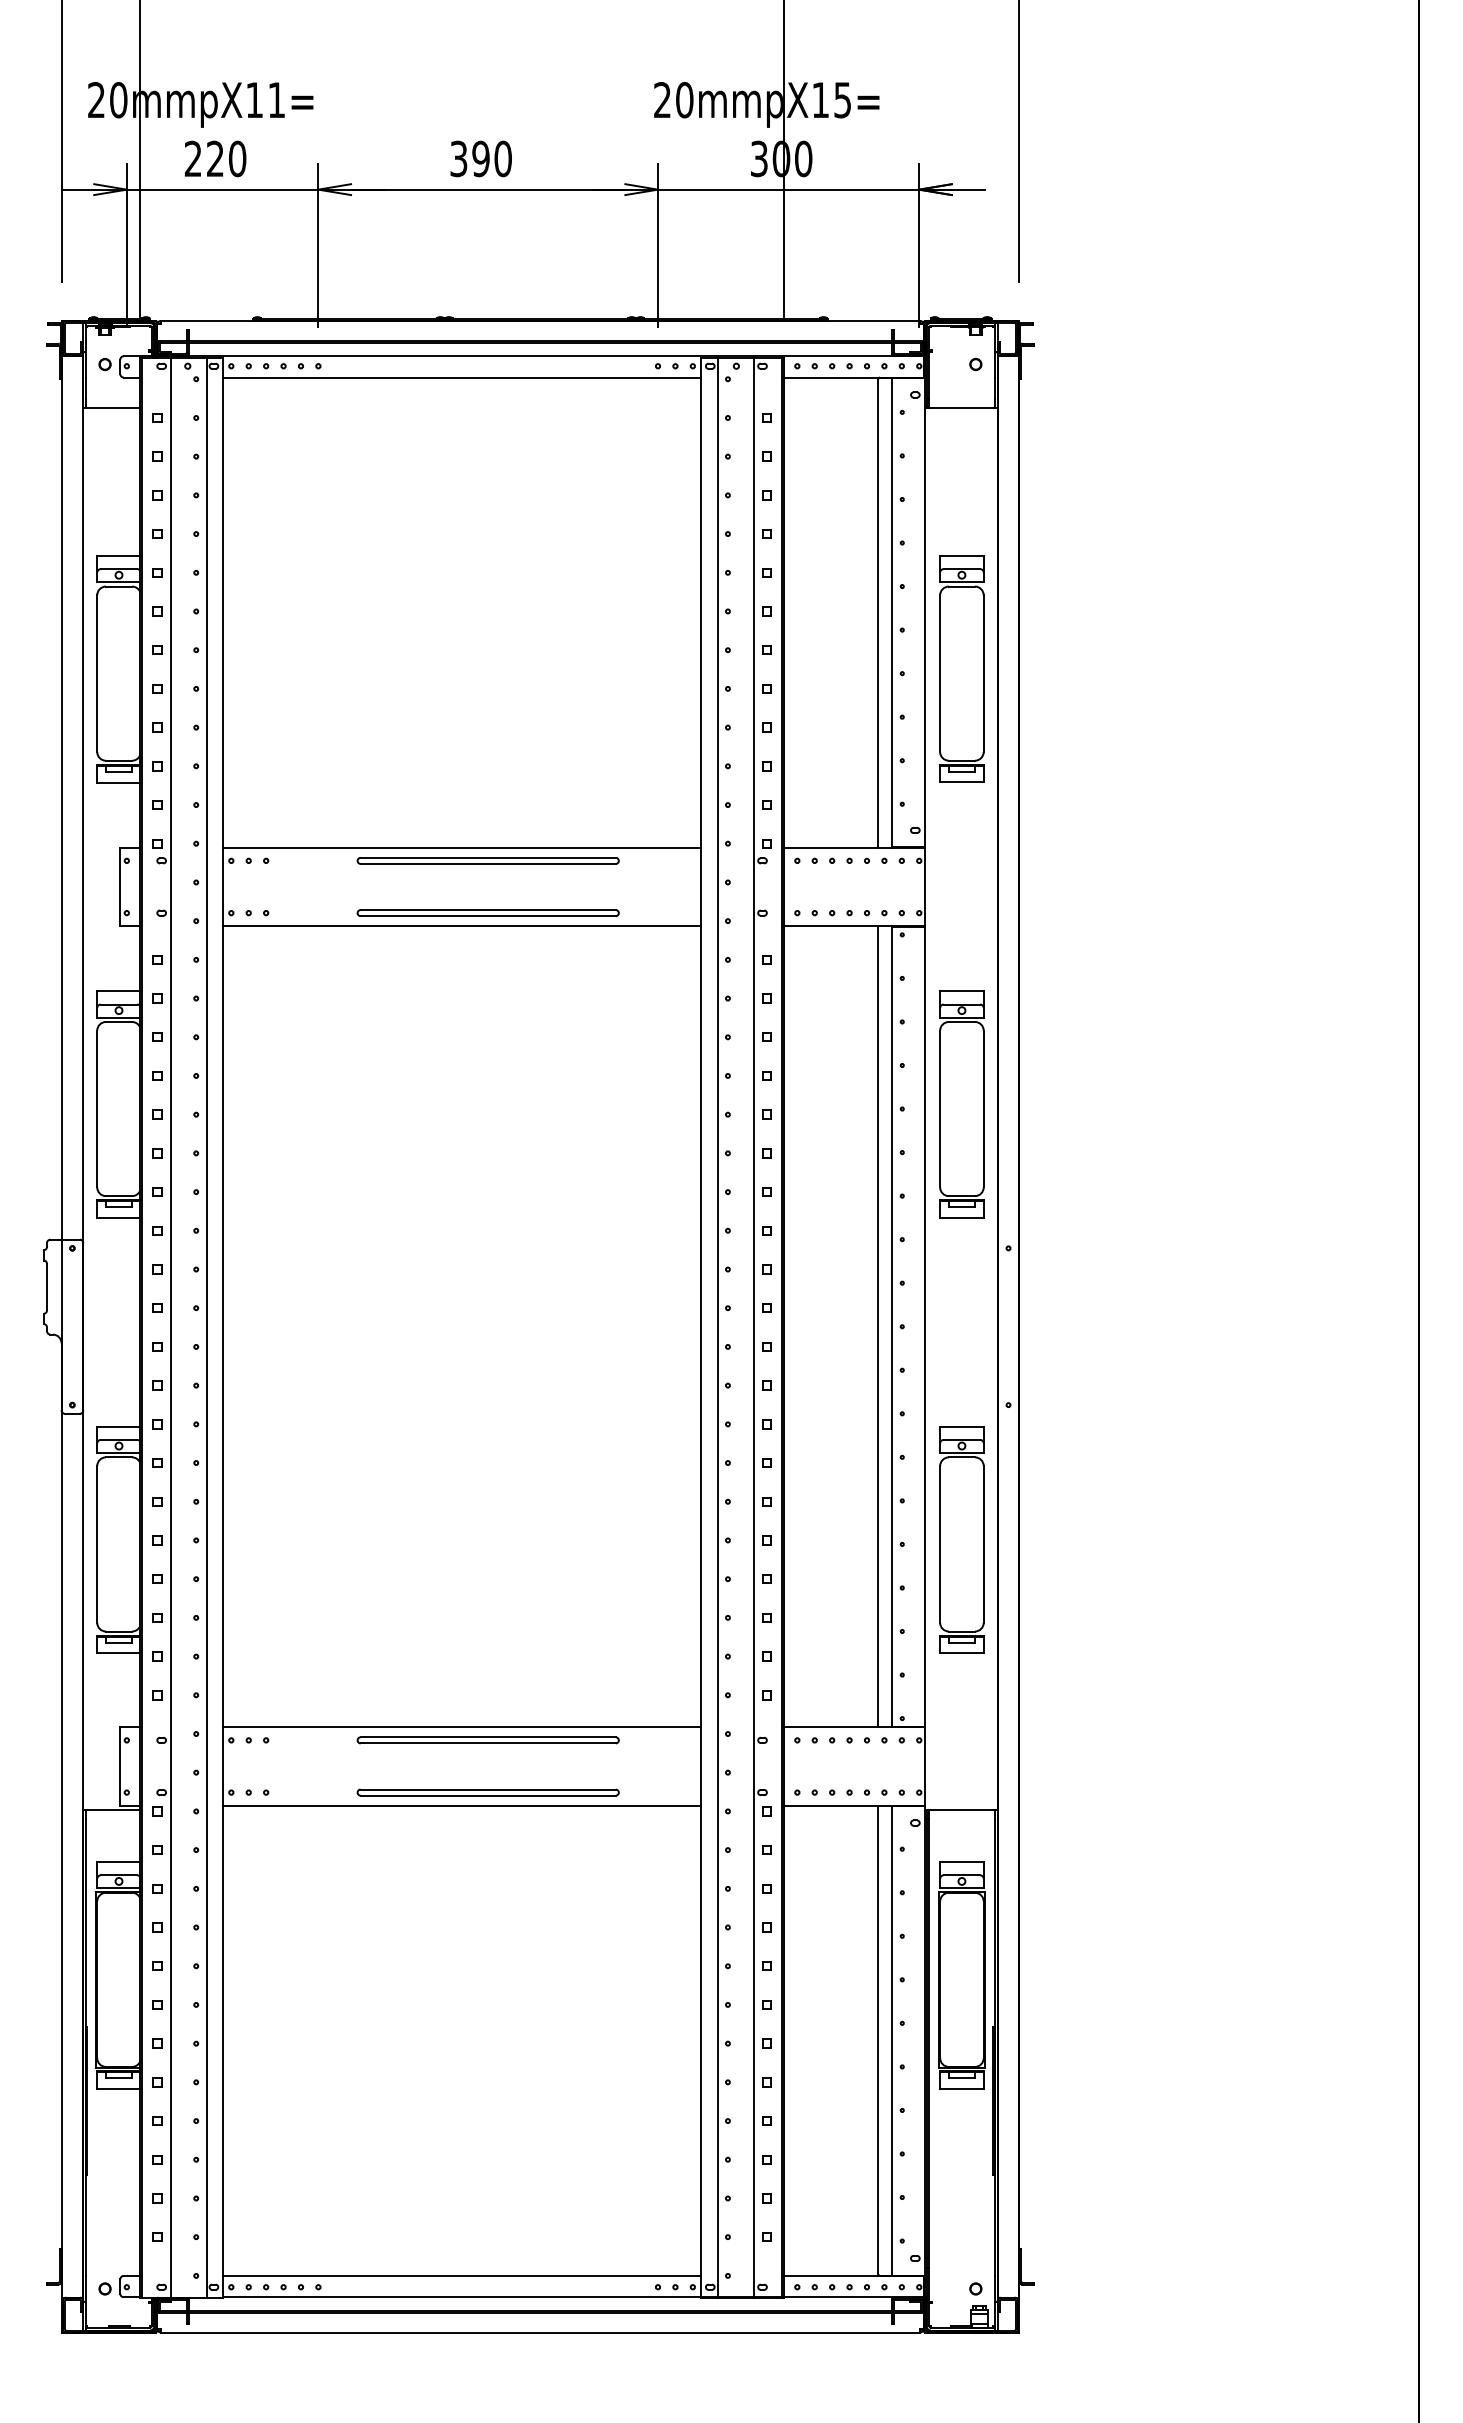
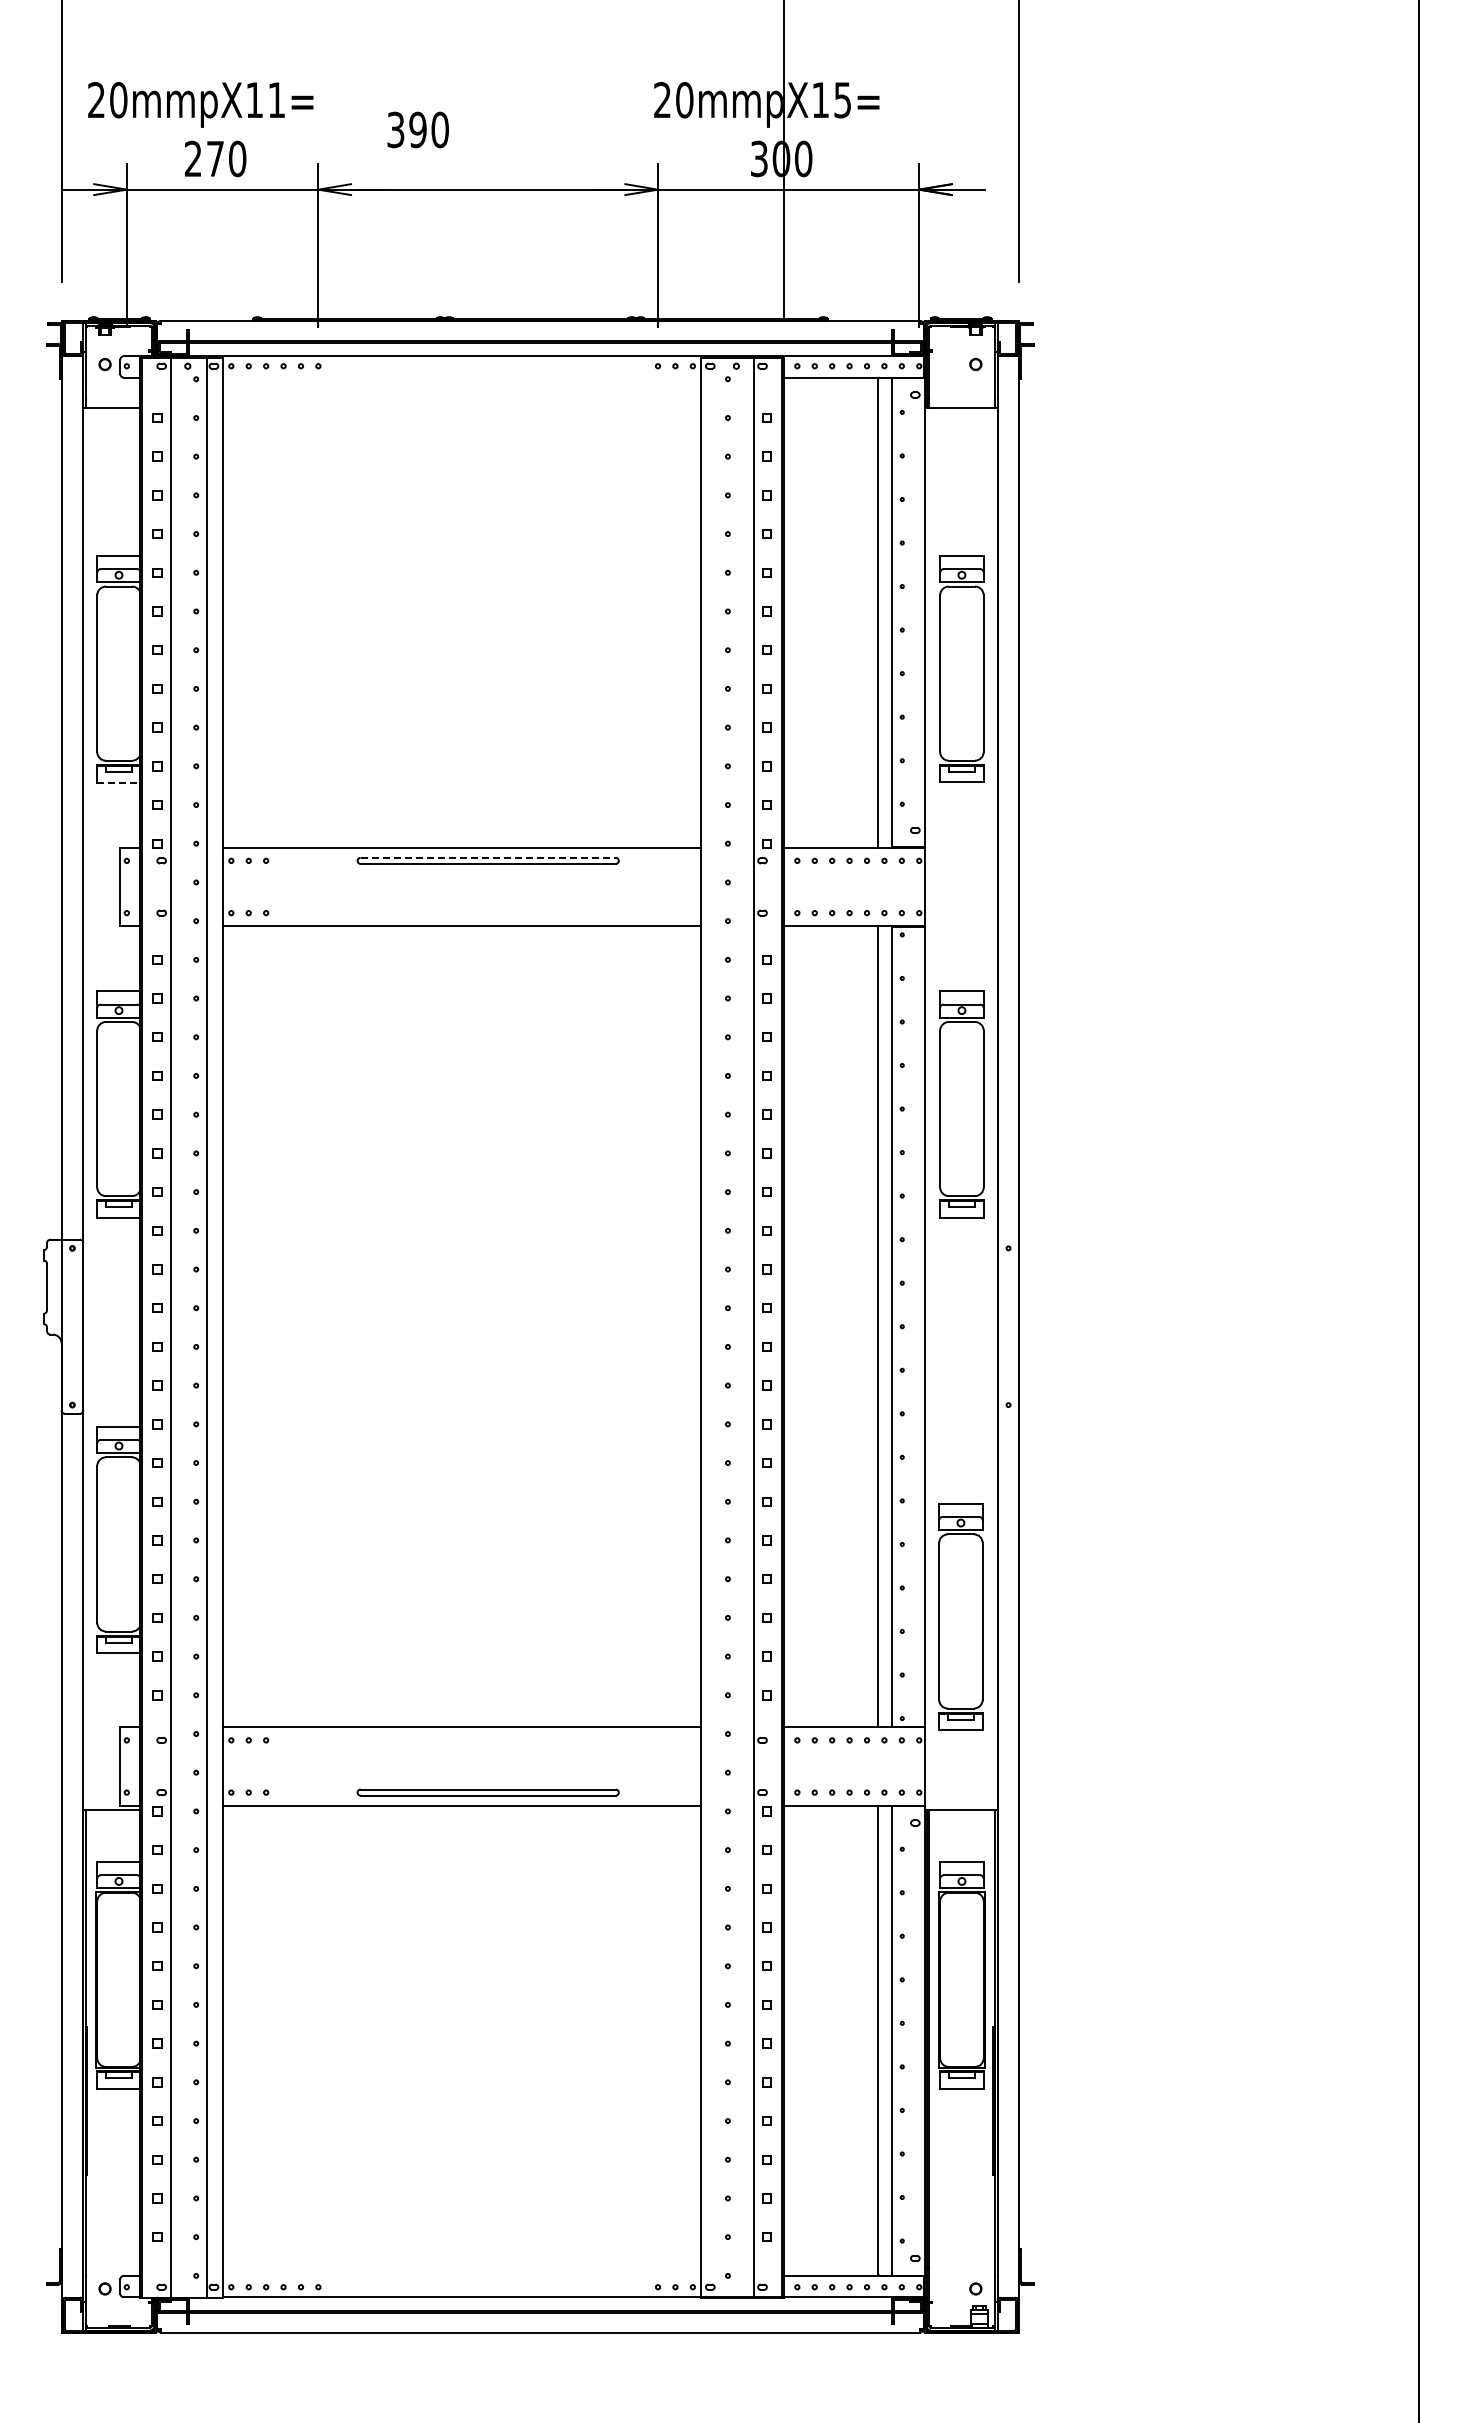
text at (215, 158): 220 -> 270
text at (480, 158) position: (480, 158) -> (417, 129)
line at (139, 160): present -> none
line at (461, 377): present -> none
line at (119, 782): solid -> dashed
line at (488, 857): solid -> dashed
part at (487, 912): present -> none
line at (717, 1327): present -> none
part at (961, 1539) position: (961, 1539) -> (960, 1616)
part at (487, 1740): present -> none
line at (461, 2275): present -> none
